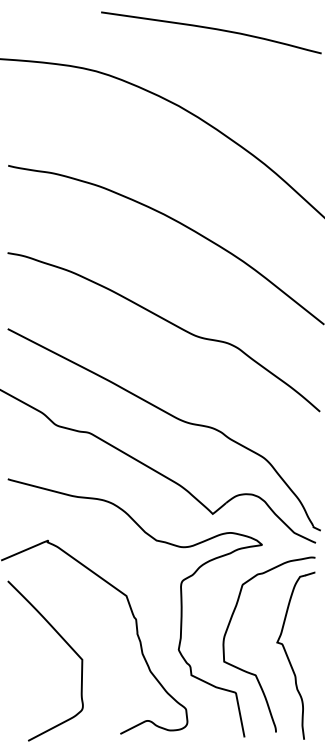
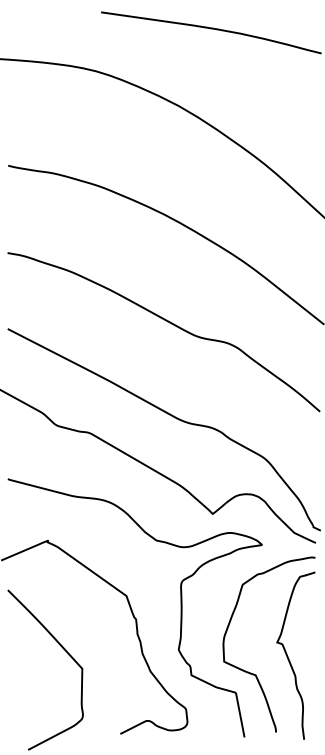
curve at (64, 641) position: (64, 641) -> (64, 650)
